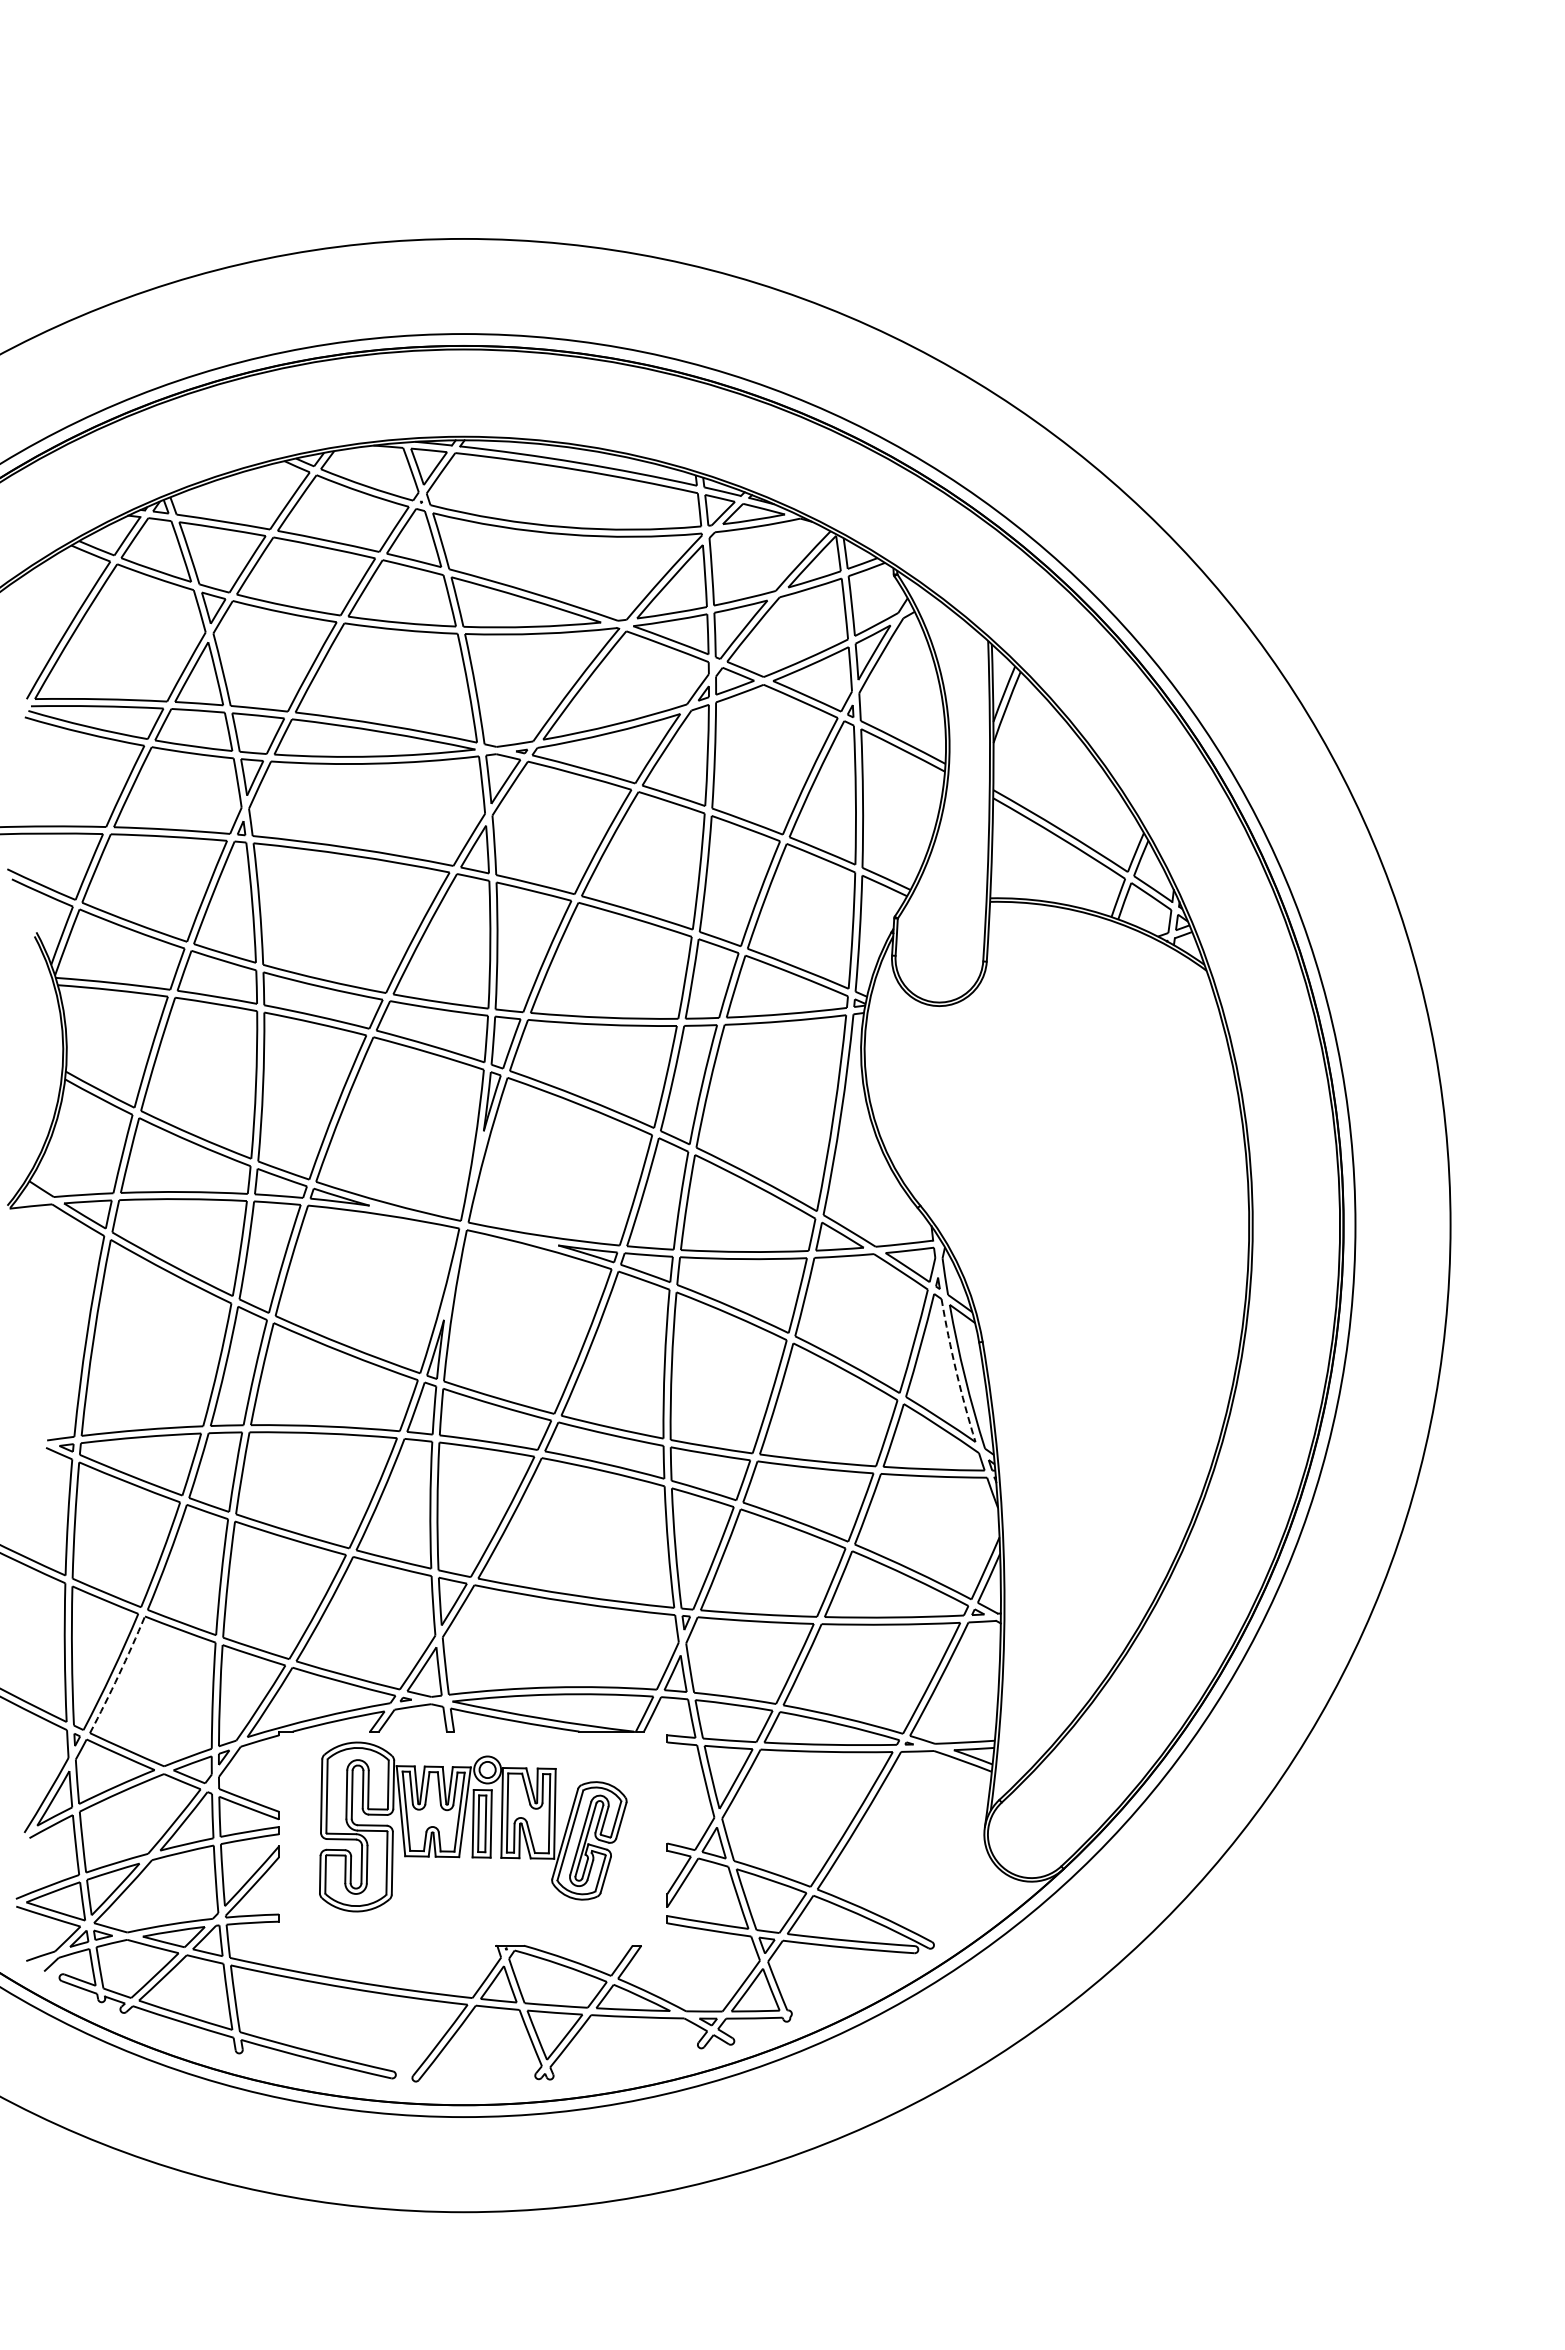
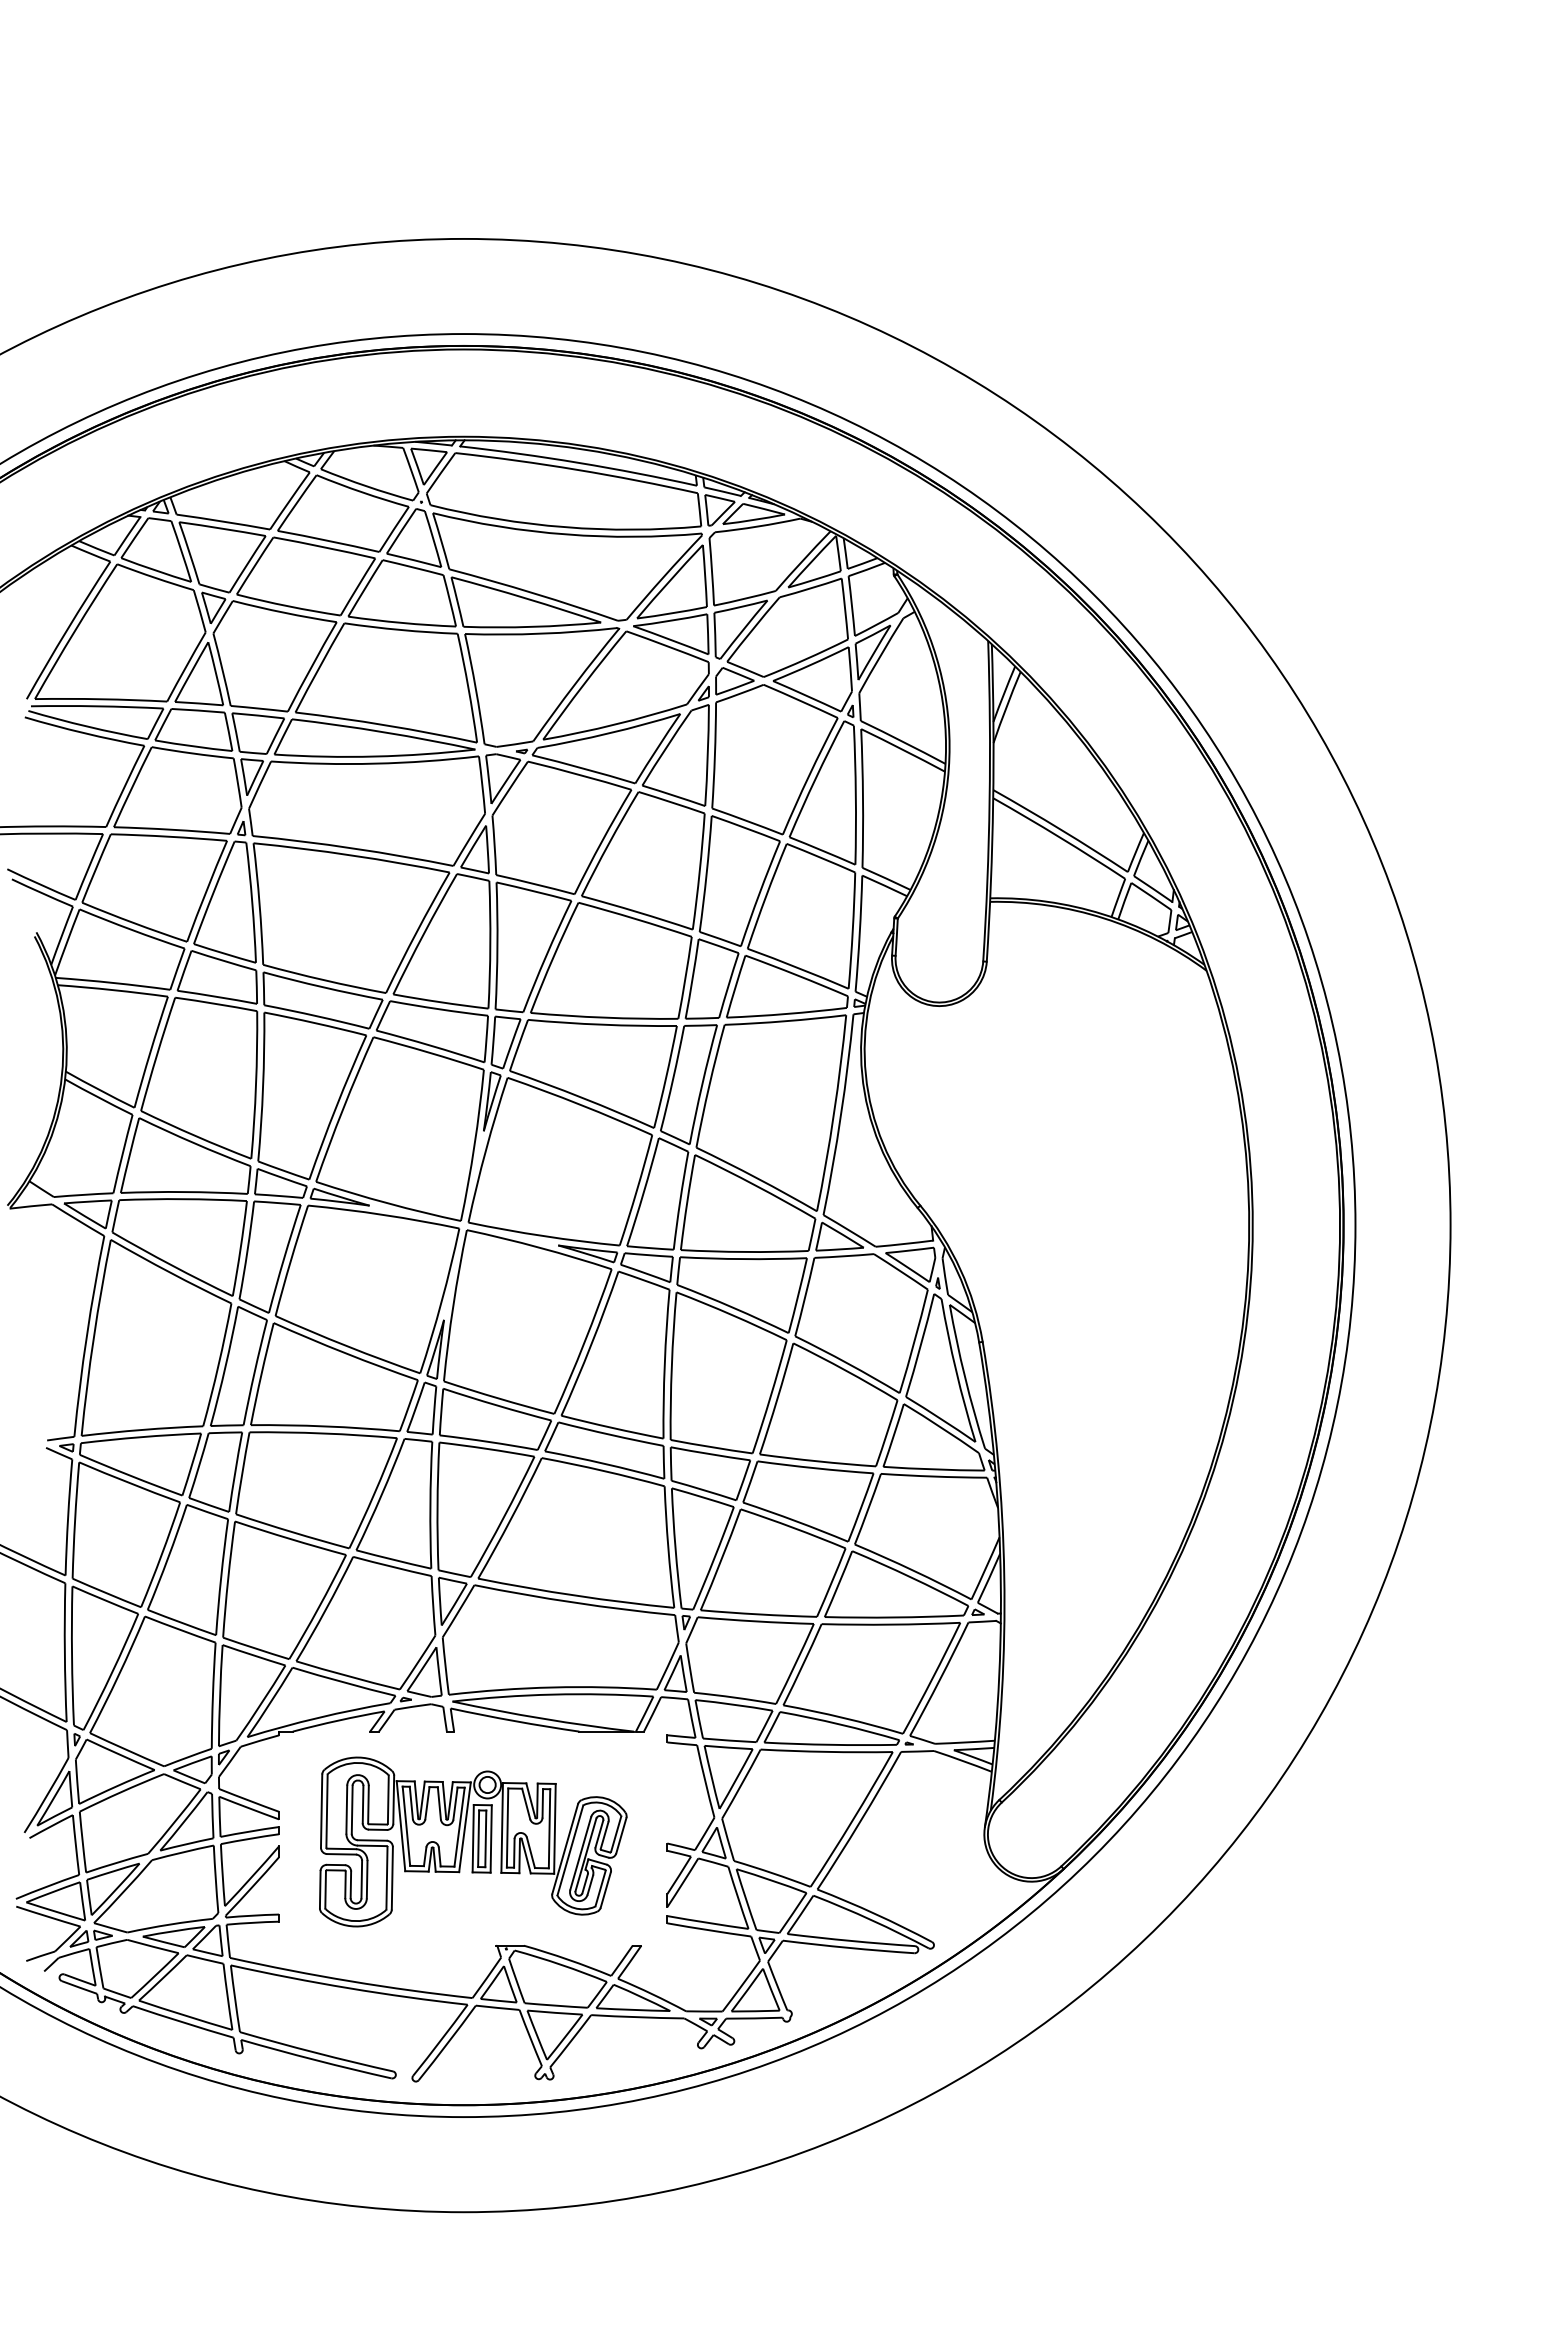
arc at (956, 1371): dashed -> solid
arc at (118, 1675): dashed -> solid
part at (473, 1826) position: (473, 1826) -> (473, 1841)
